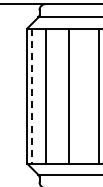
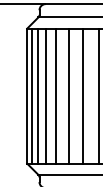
line at (37, 95): none -> present
line at (56, 95): none -> present
line at (82, 95): none -> present
line at (31, 96): dashed -> solid
